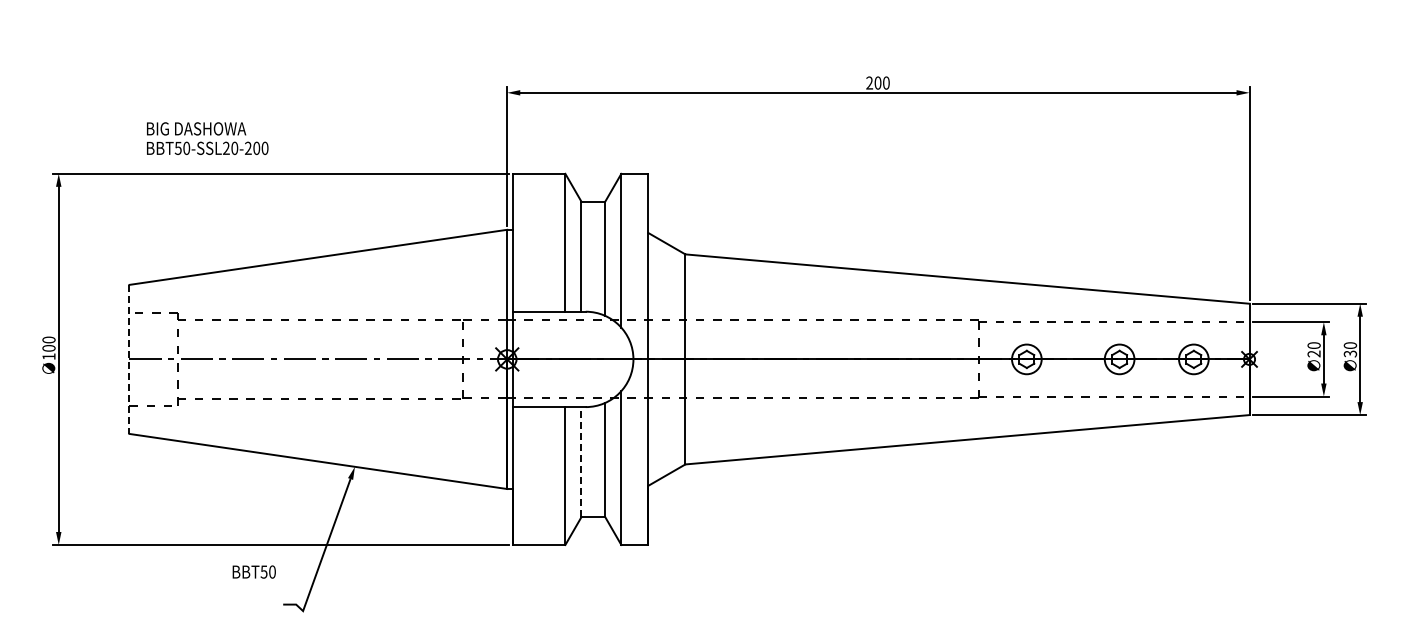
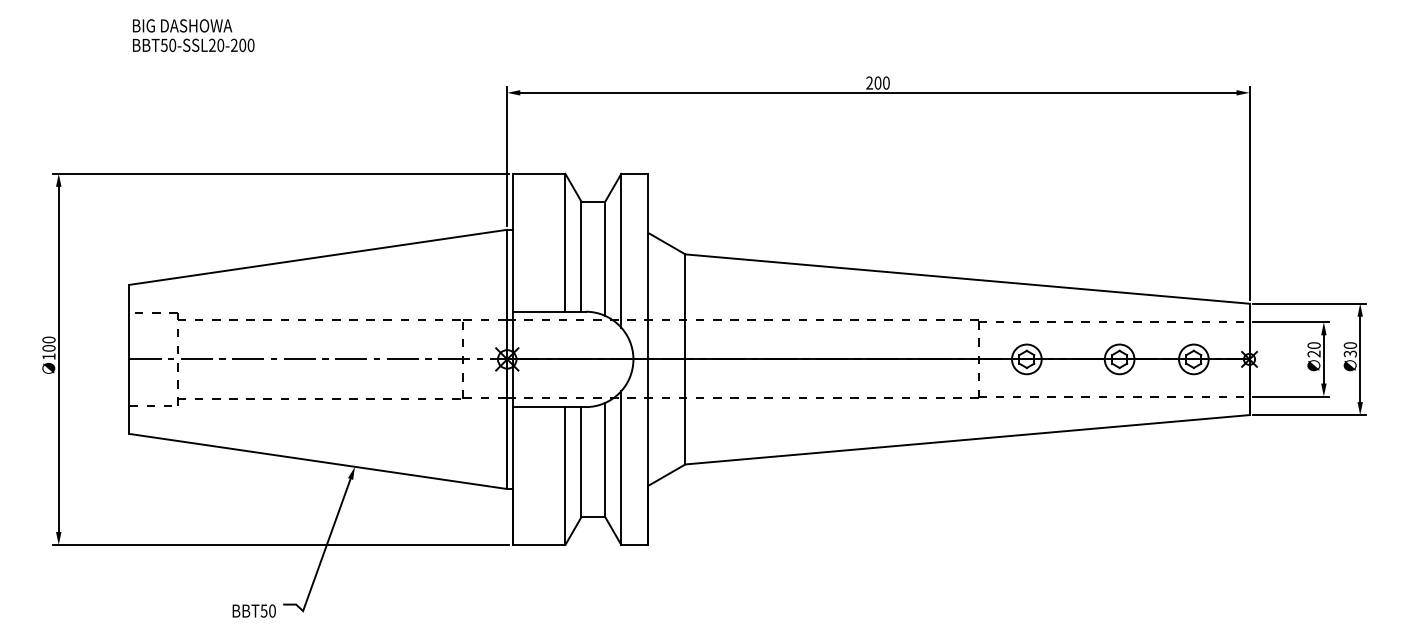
text at (207, 138) position: (207, 138) -> (193, 35)
line at (129, 359): dashed -> solid
line at (581, 461): dashed -> solid
text at (253, 571) position: (253, 571) -> (253, 610)
